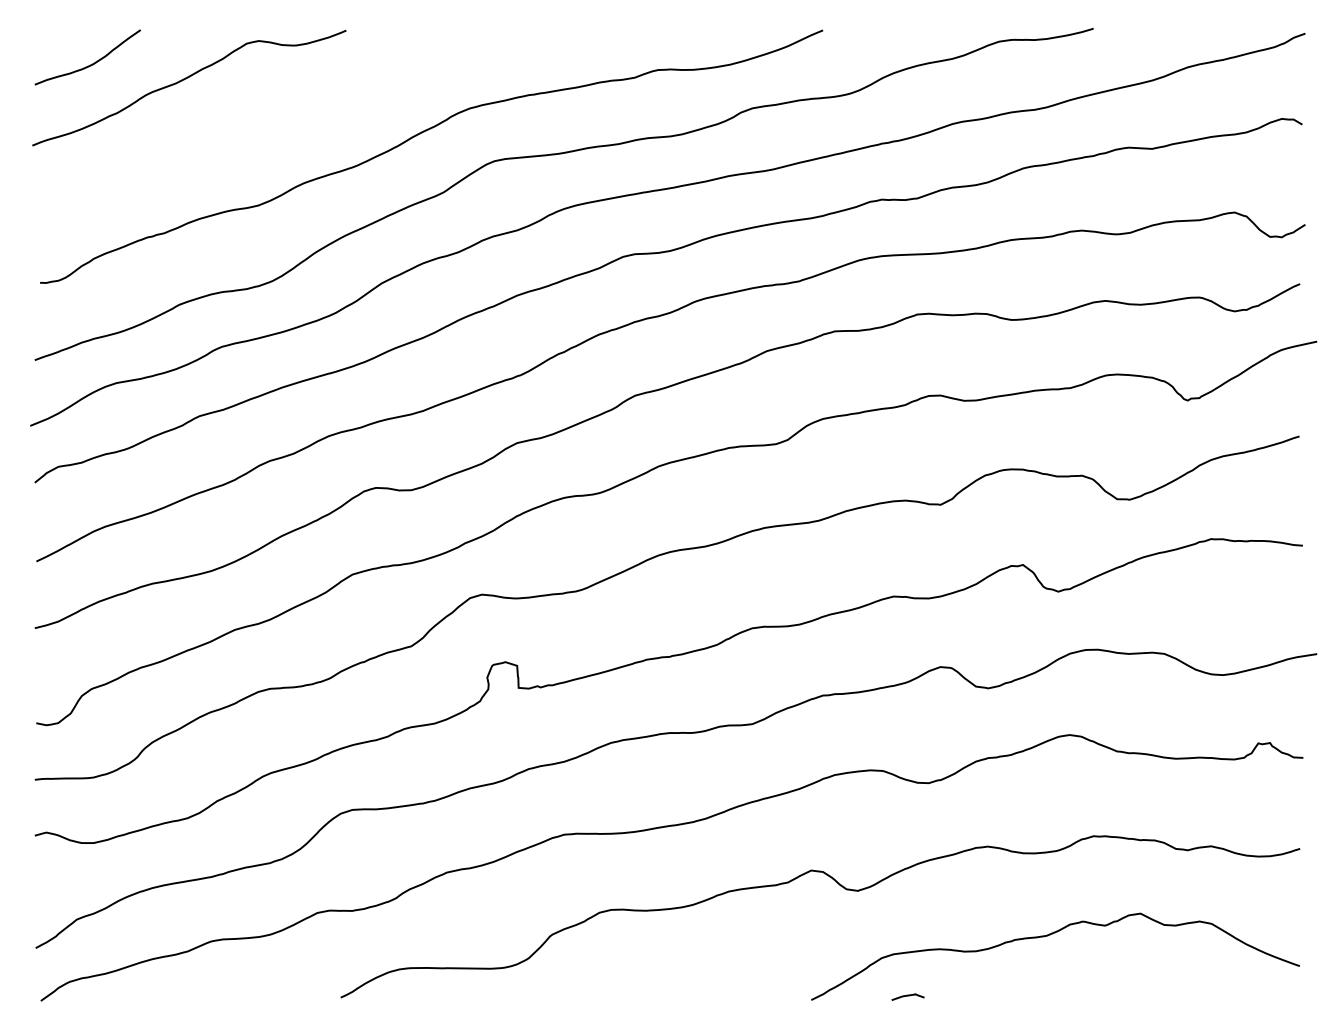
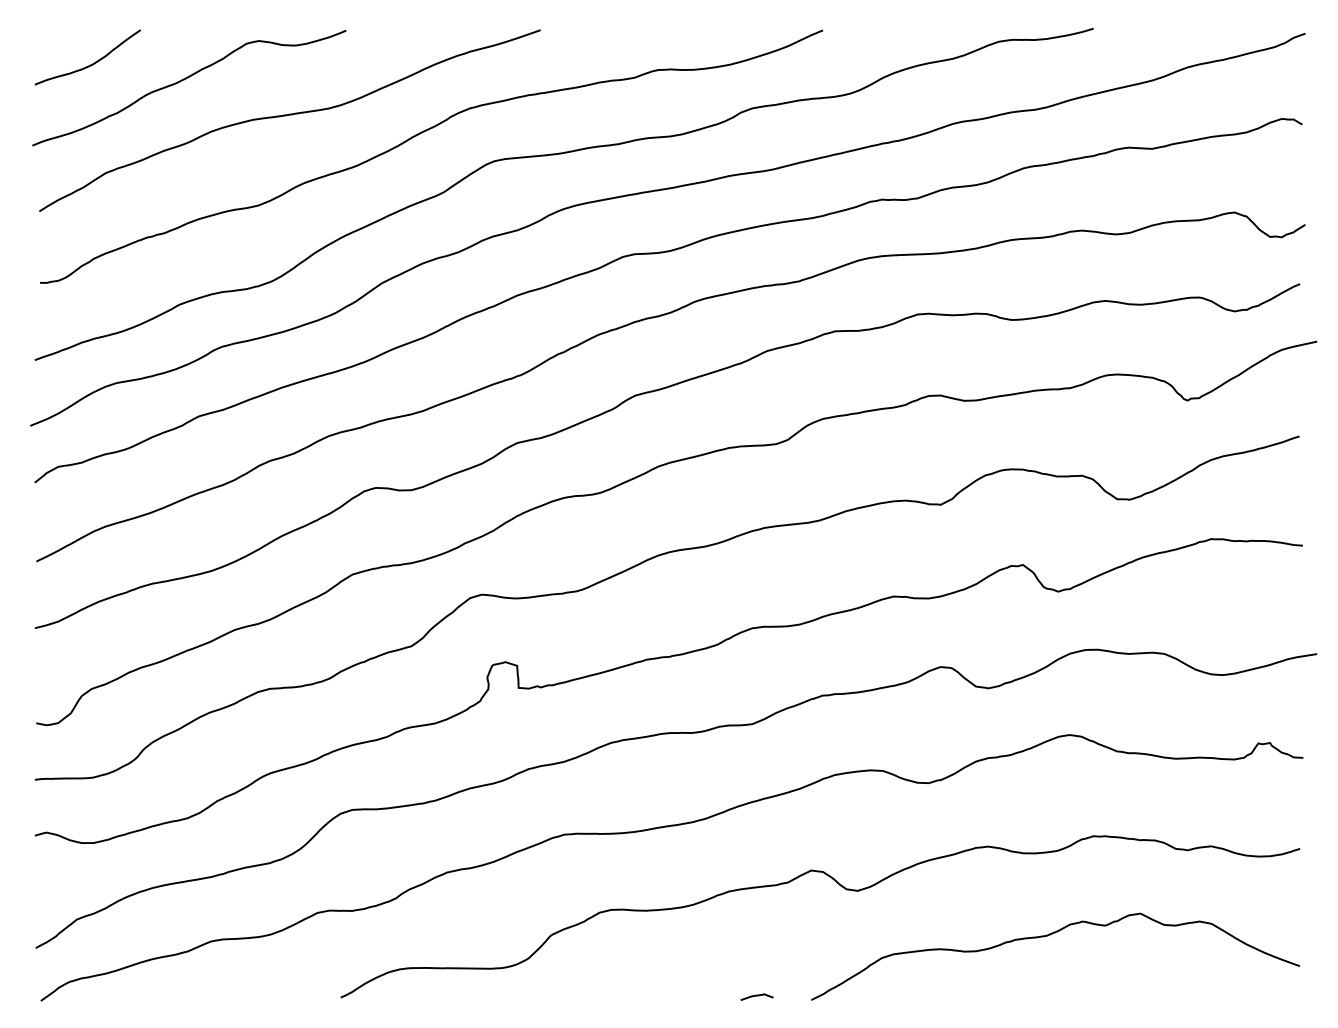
curve at (289, 115): none -> present
curve at (907, 996) position: (907, 996) -> (756, 996)
